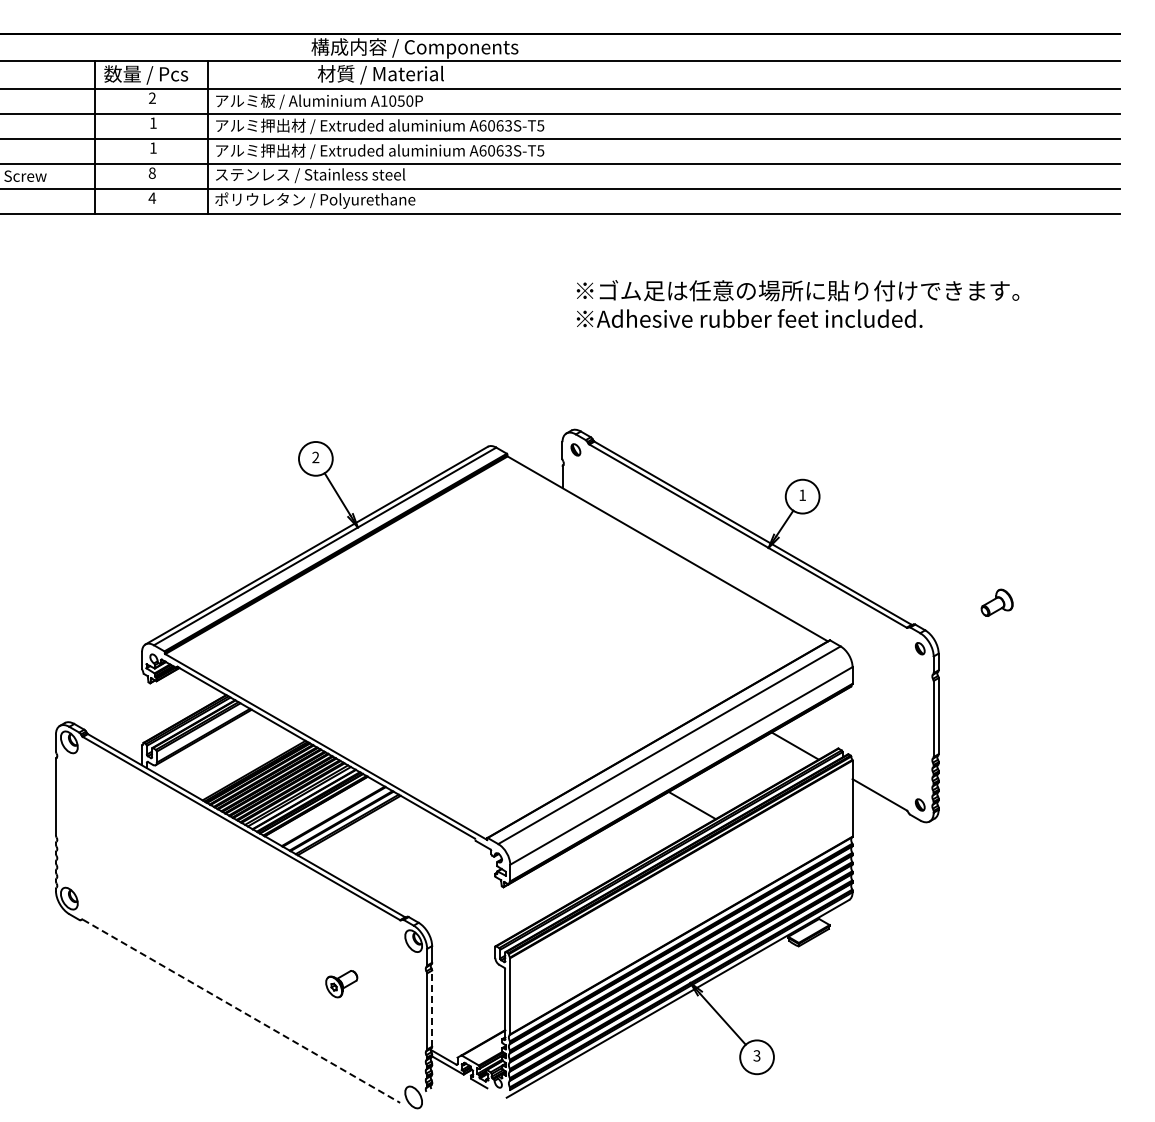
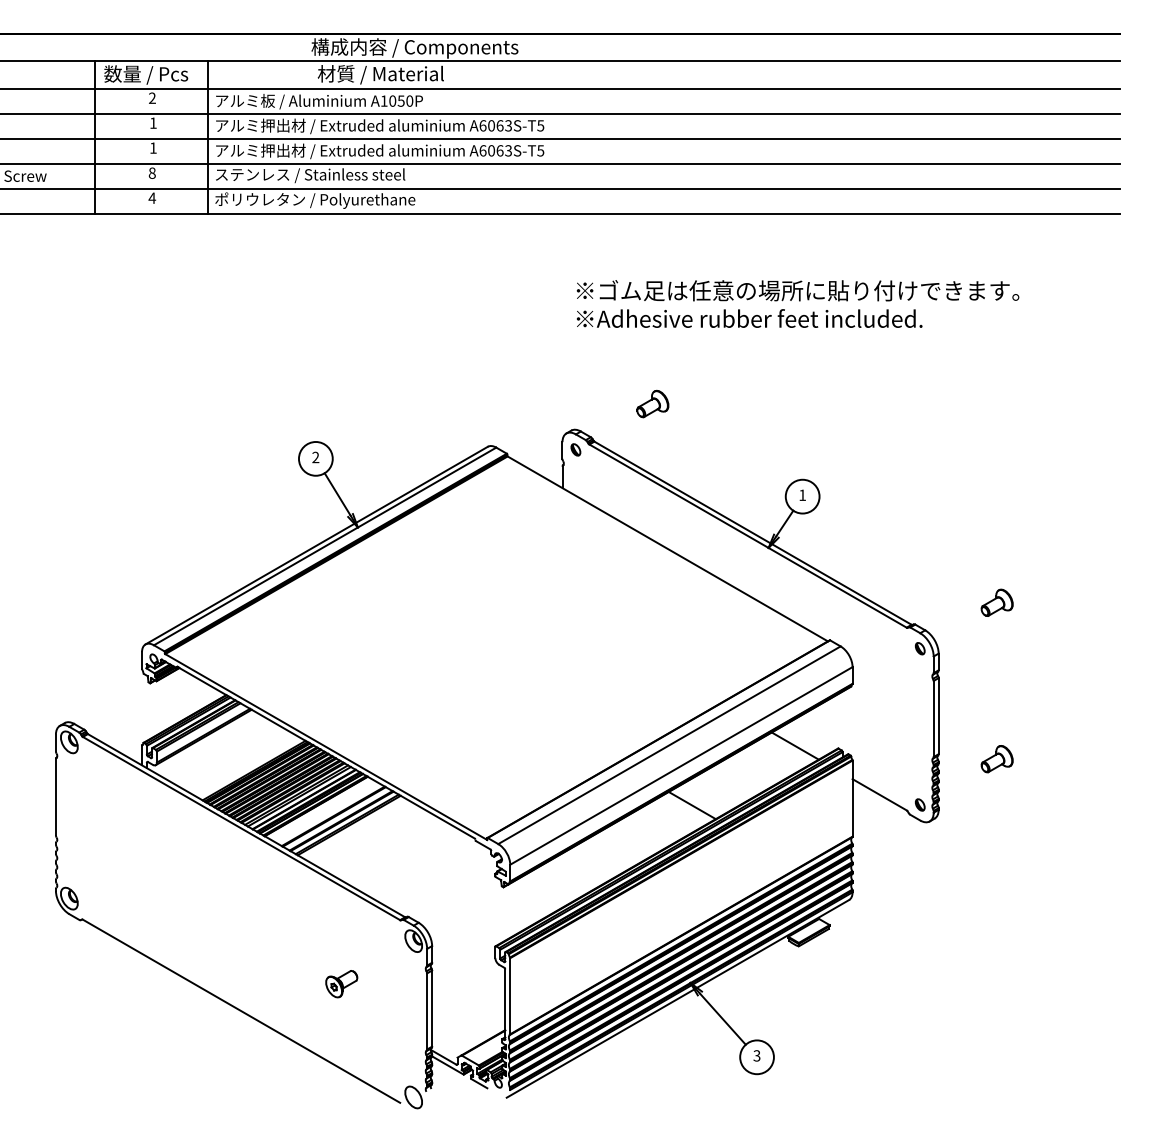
part at (652, 403): none -> present
part at (996, 759): none -> present
line at (432, 1008): dashed -> solid
line at (241, 1011): dashed -> solid
